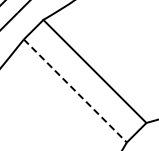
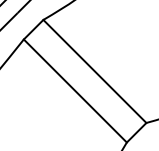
line at (75, 91): dashed -> solid
